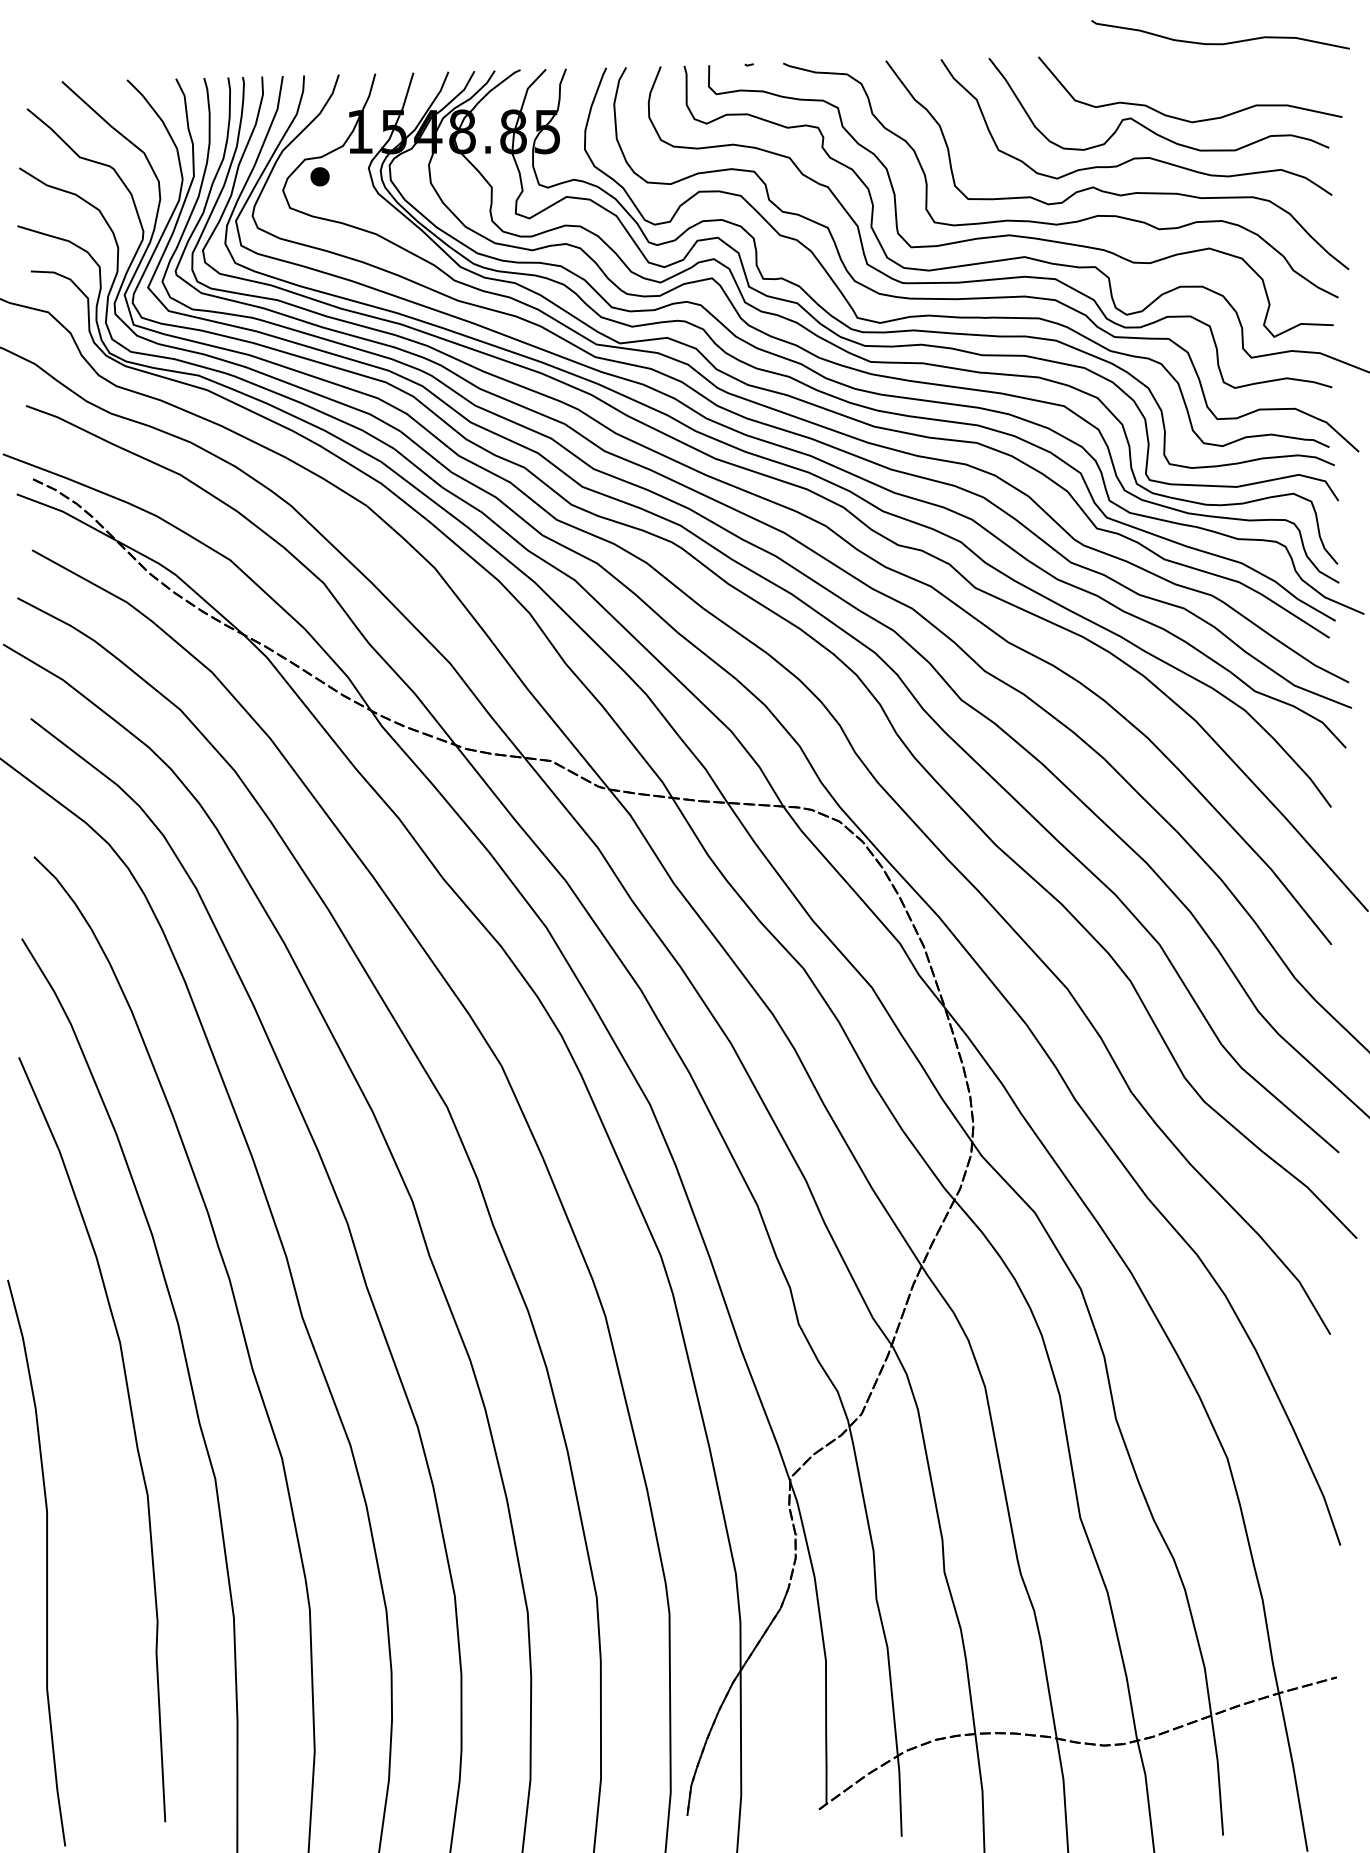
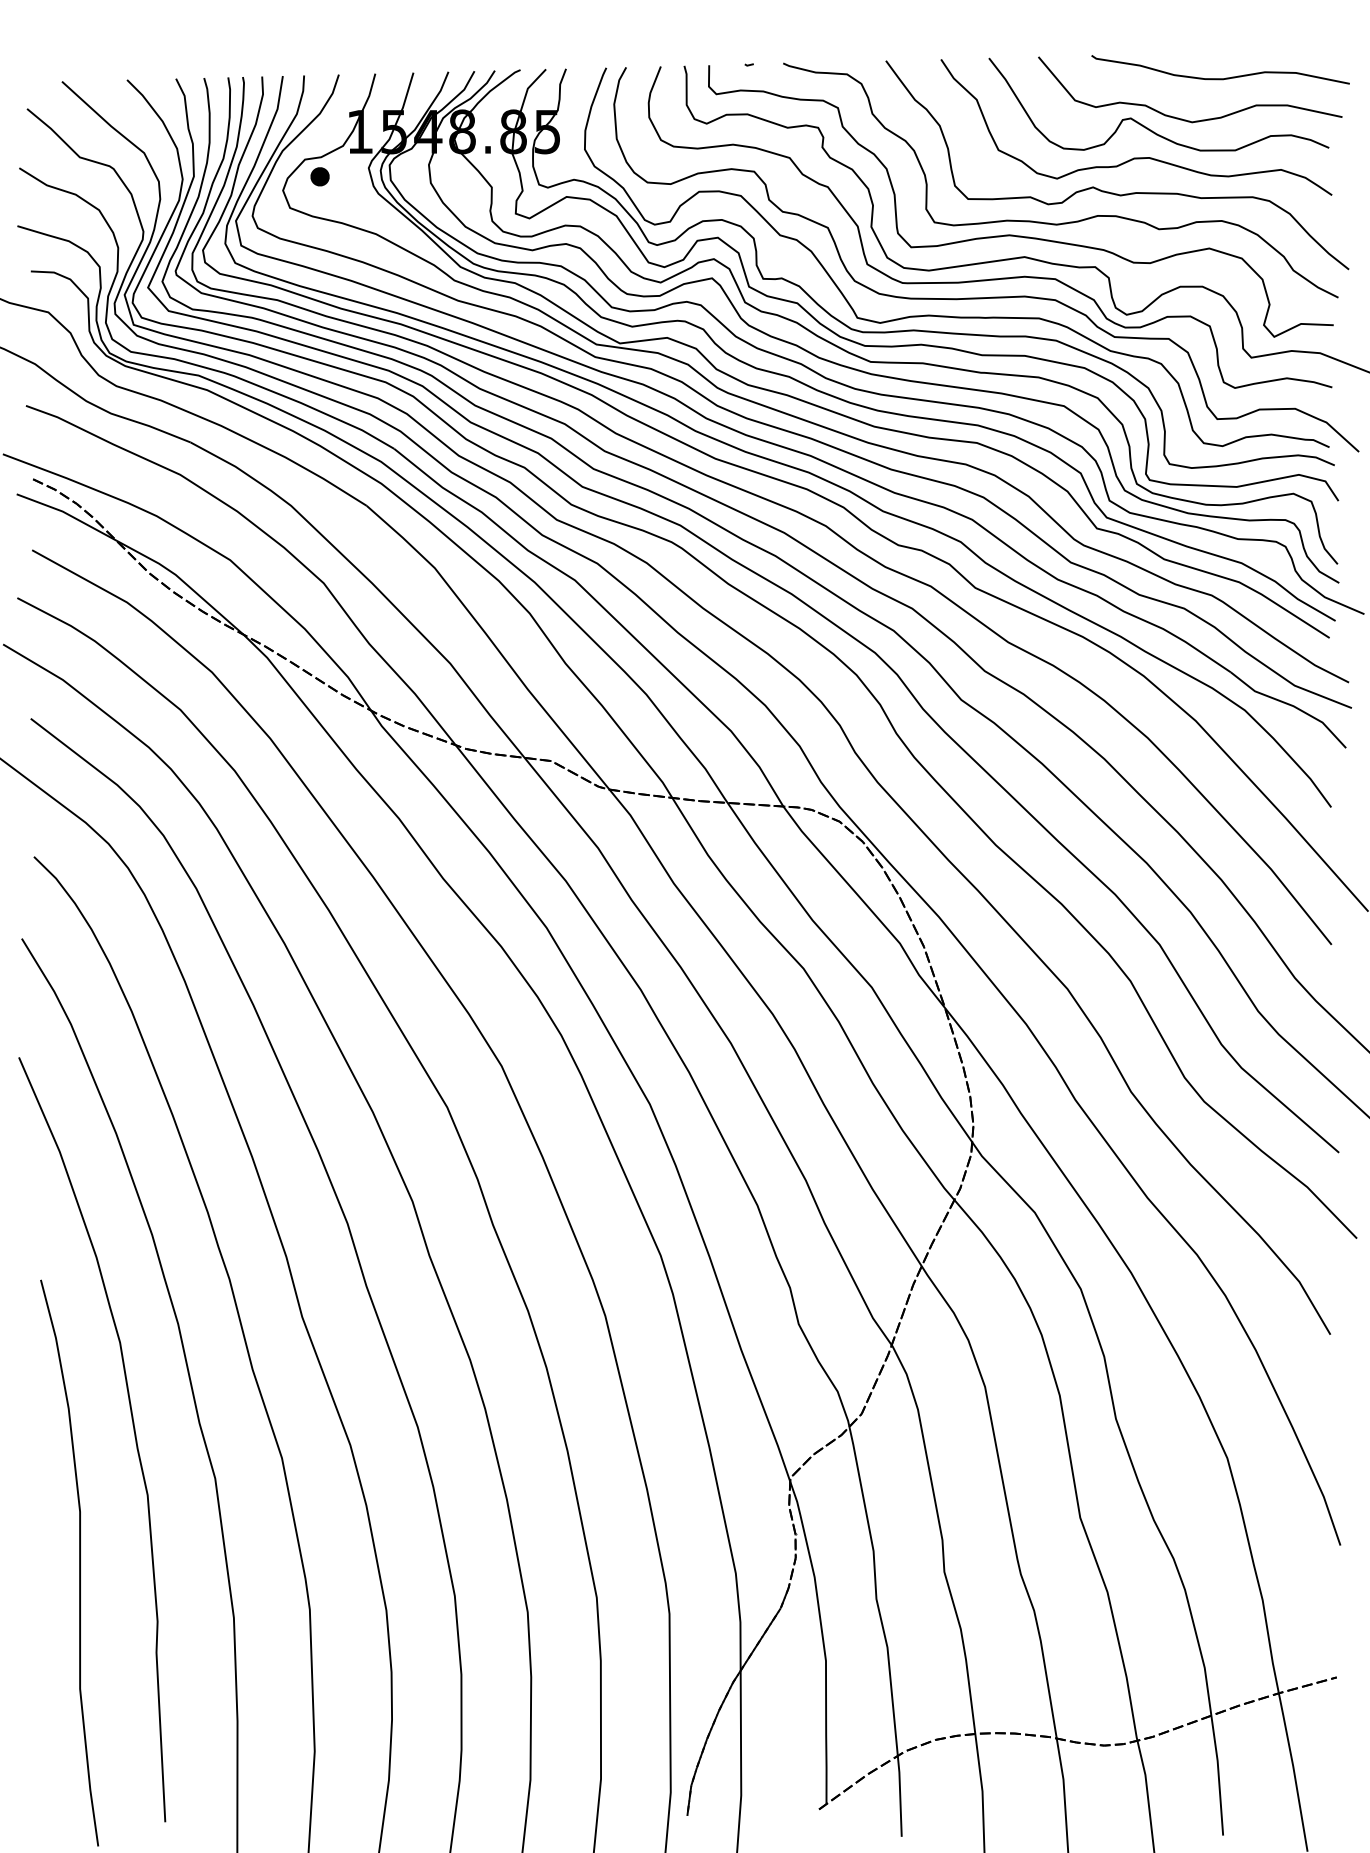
curve at (1220, 43) position: (1220, 43) -> (1220, 78)
curve at (46, 1562) position: (46, 1562) -> (79, 1562)
